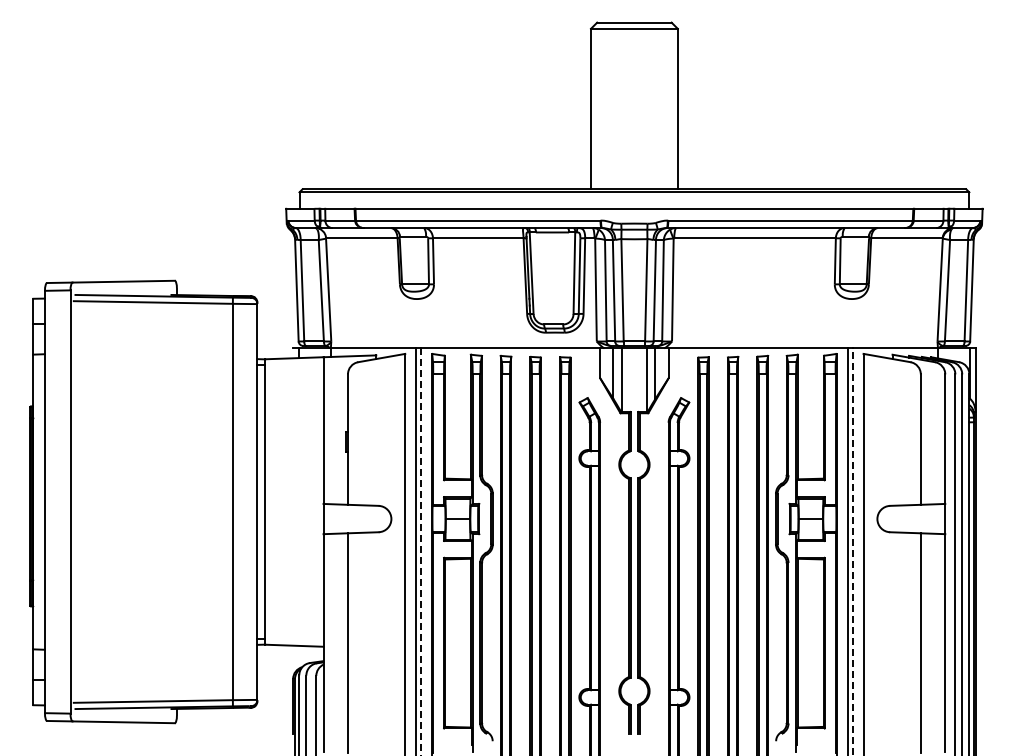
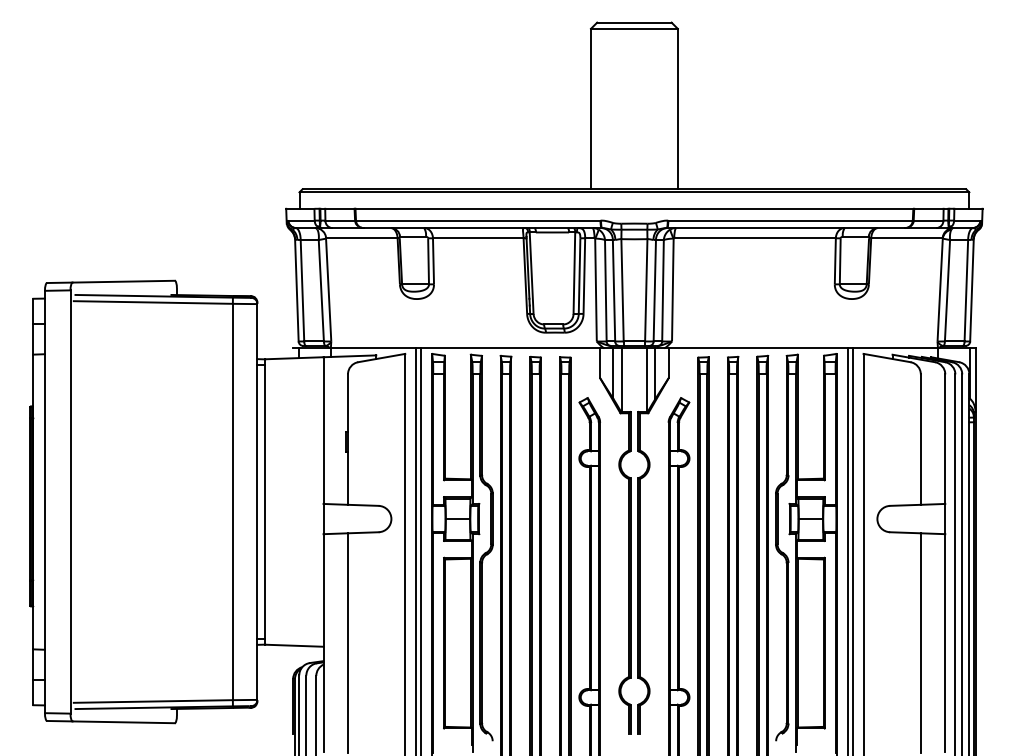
line at (852, 551): dashed -> solid
line at (420, 552): dashed -> solid
